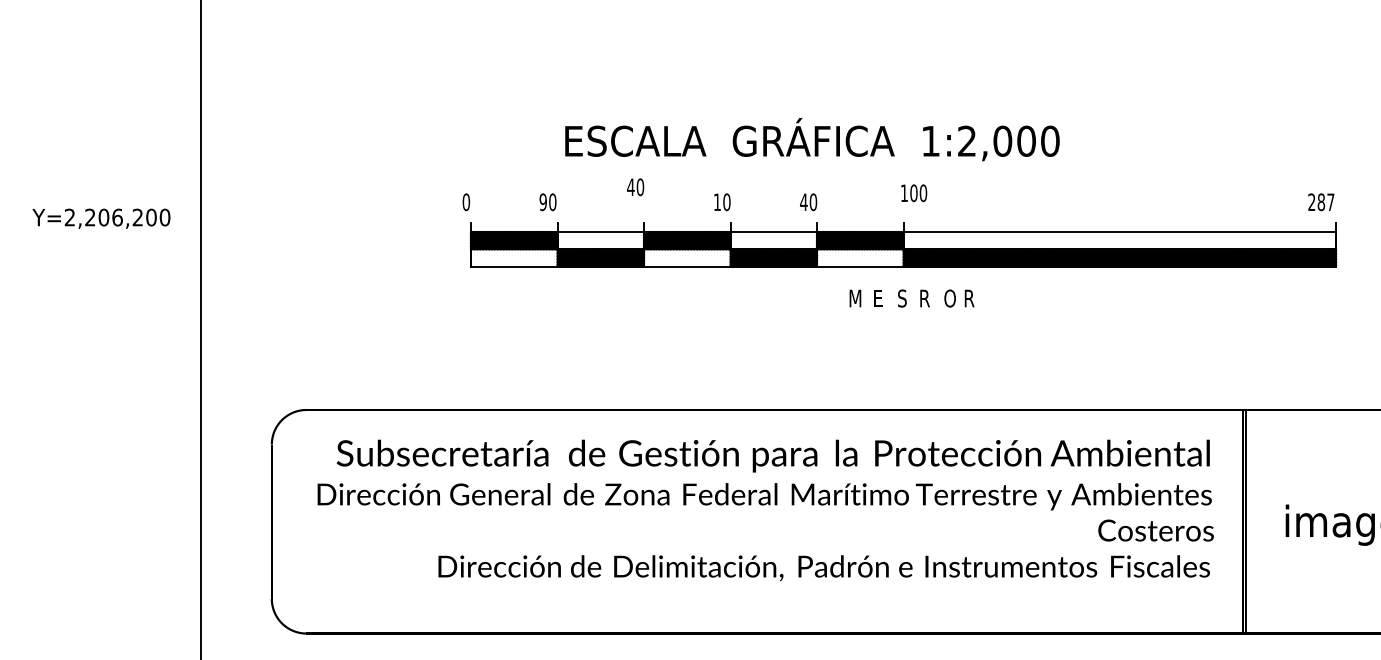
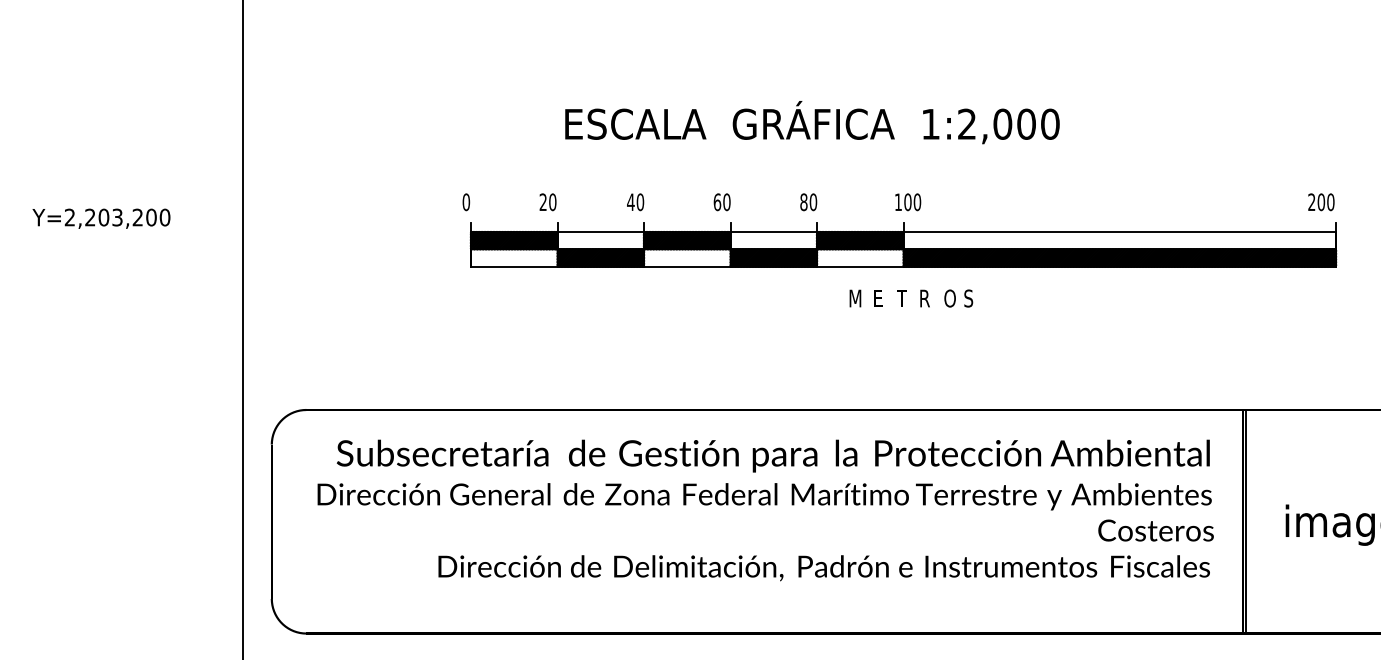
text at (812, 139) position: (812, 139) -> (812, 122)
text at (635, 187) position: (635, 187) -> (635, 202)
text at (914, 193) position: (914, 193) -> (908, 202)
text at (542, 202): 90 -> 20
text at (717, 202): 10 -> 60
text at (803, 202): 40 -> 80
text at (1325, 202): 287 -> 200
text at (117, 217): Y=2,206,200 -> Y=2,203,200
text at (901, 298): S -> T
text at (969, 298): R -> S
line at (201, 329) position: (201, 329) -> (243, 329)
